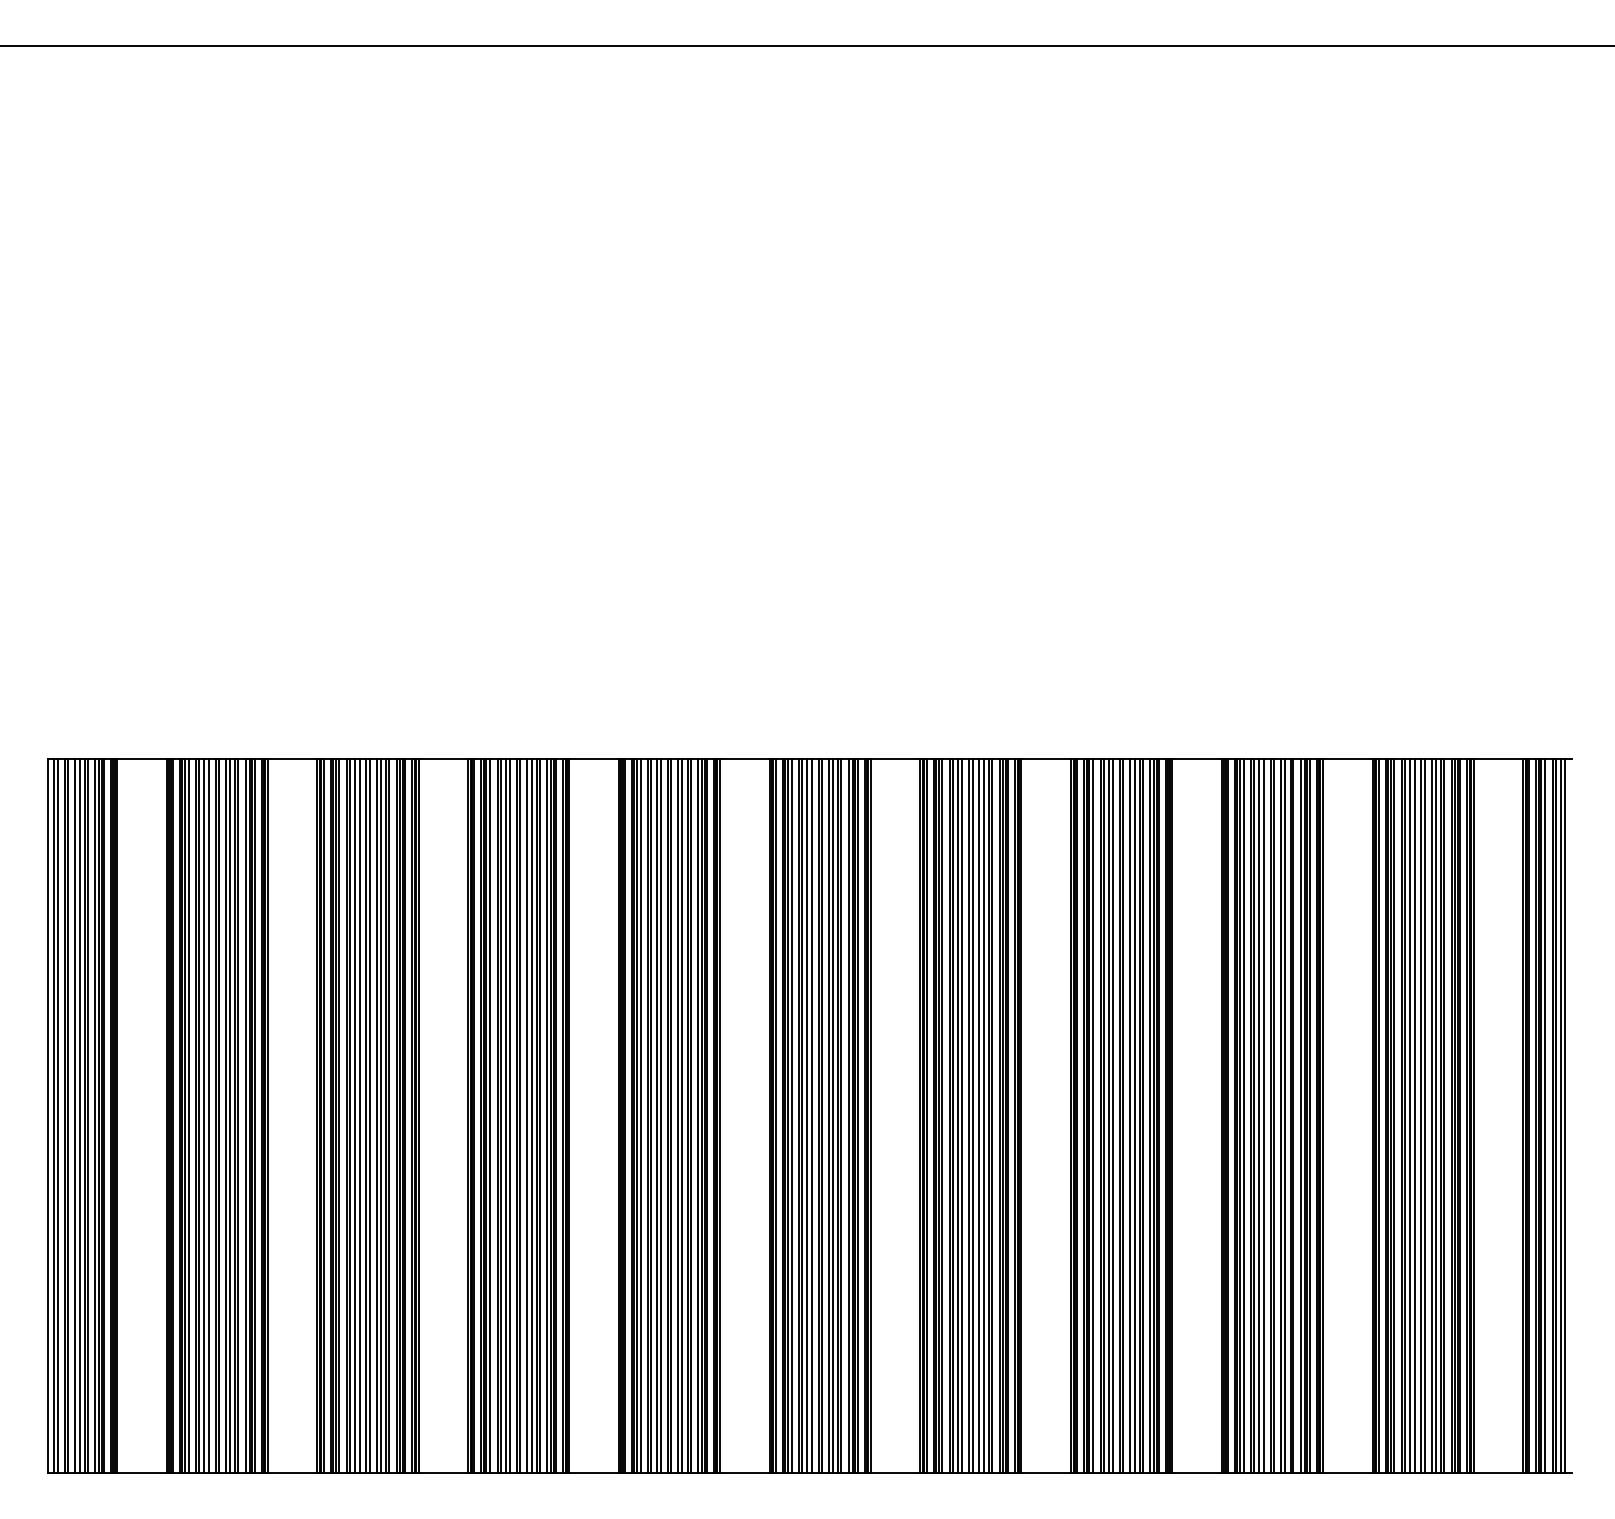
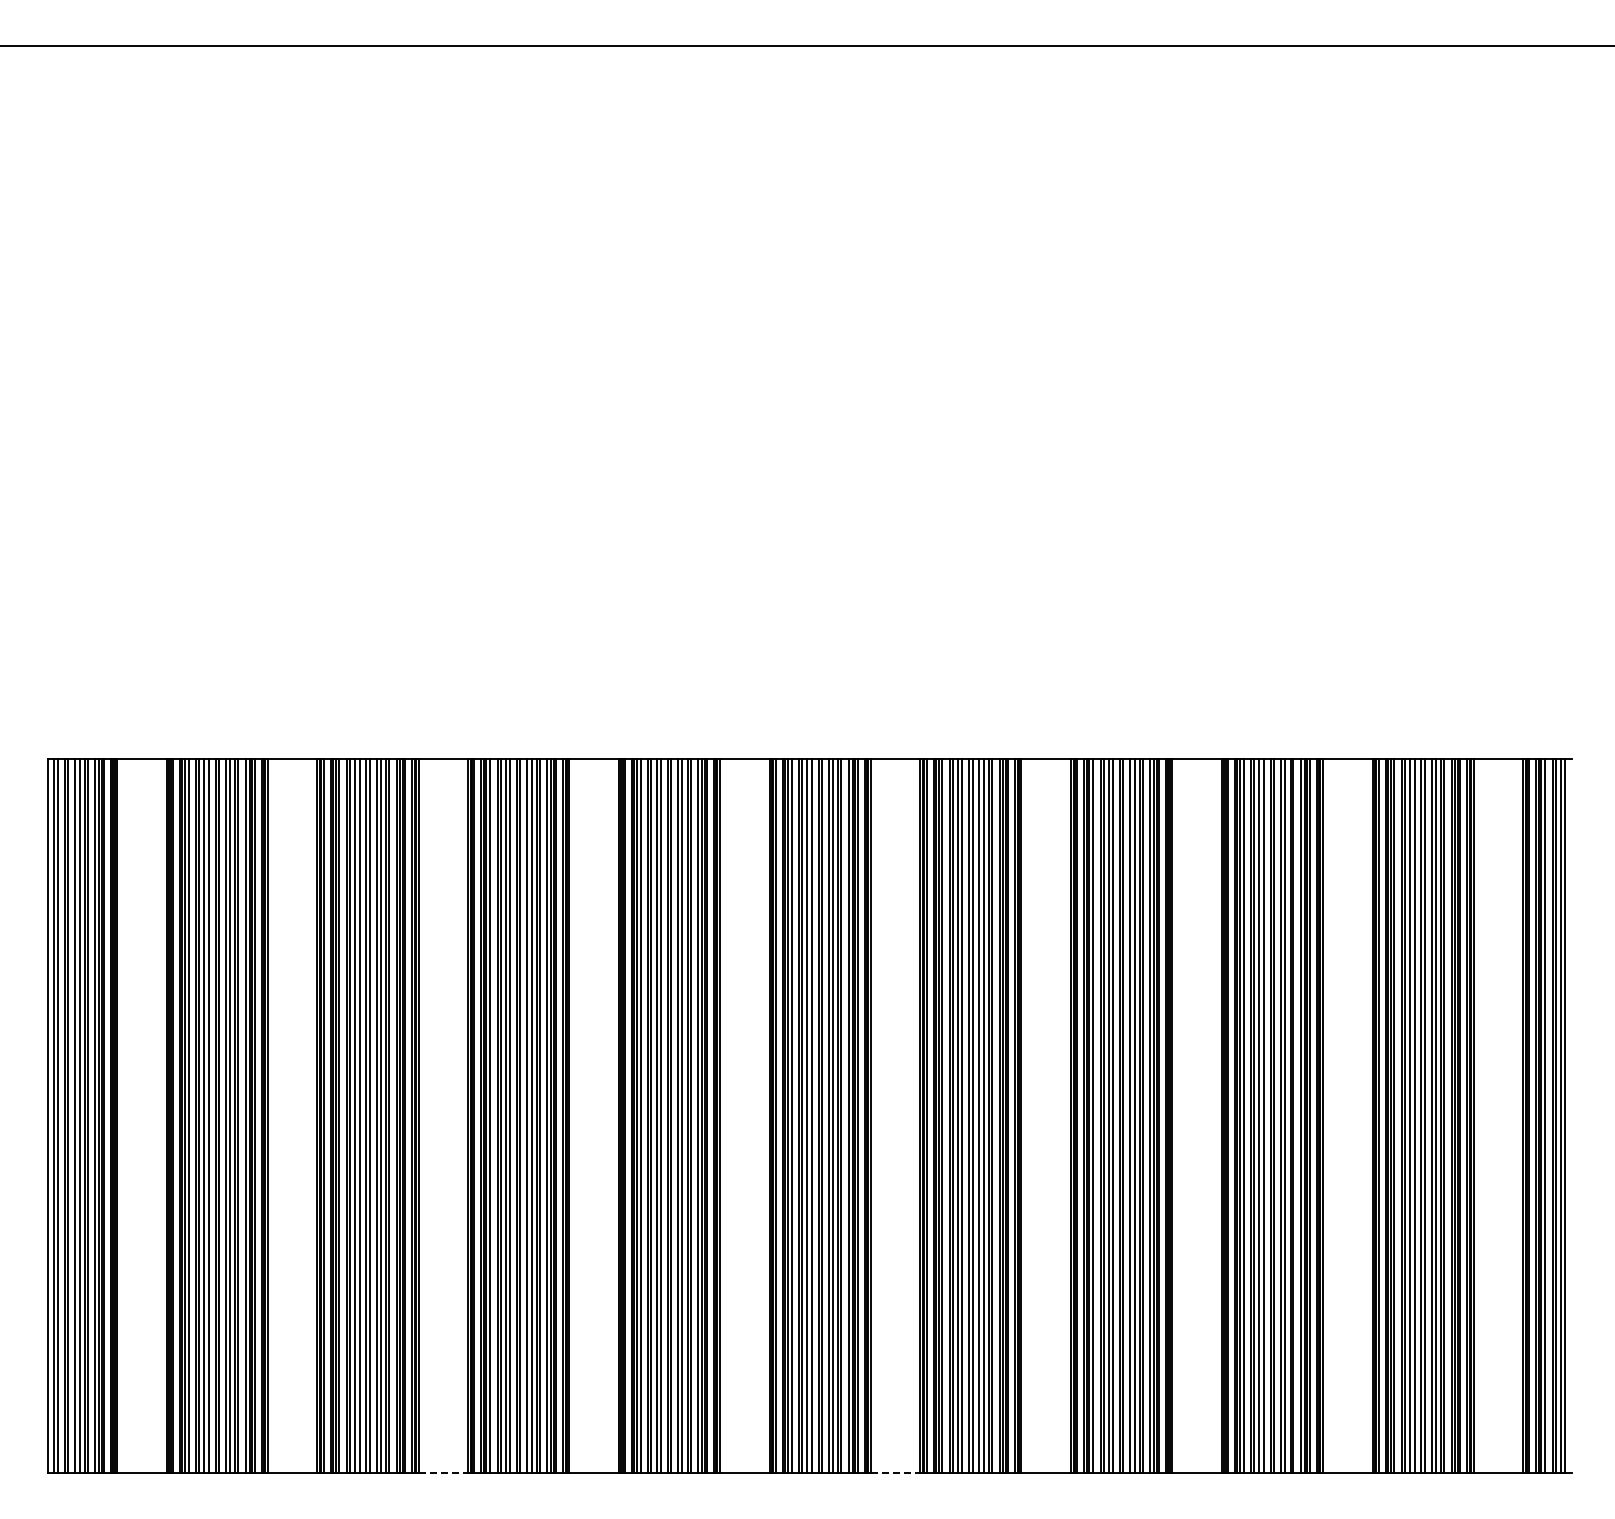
line at (443, 1473): solid -> dashed
line at (895, 1473): solid -> dashed
